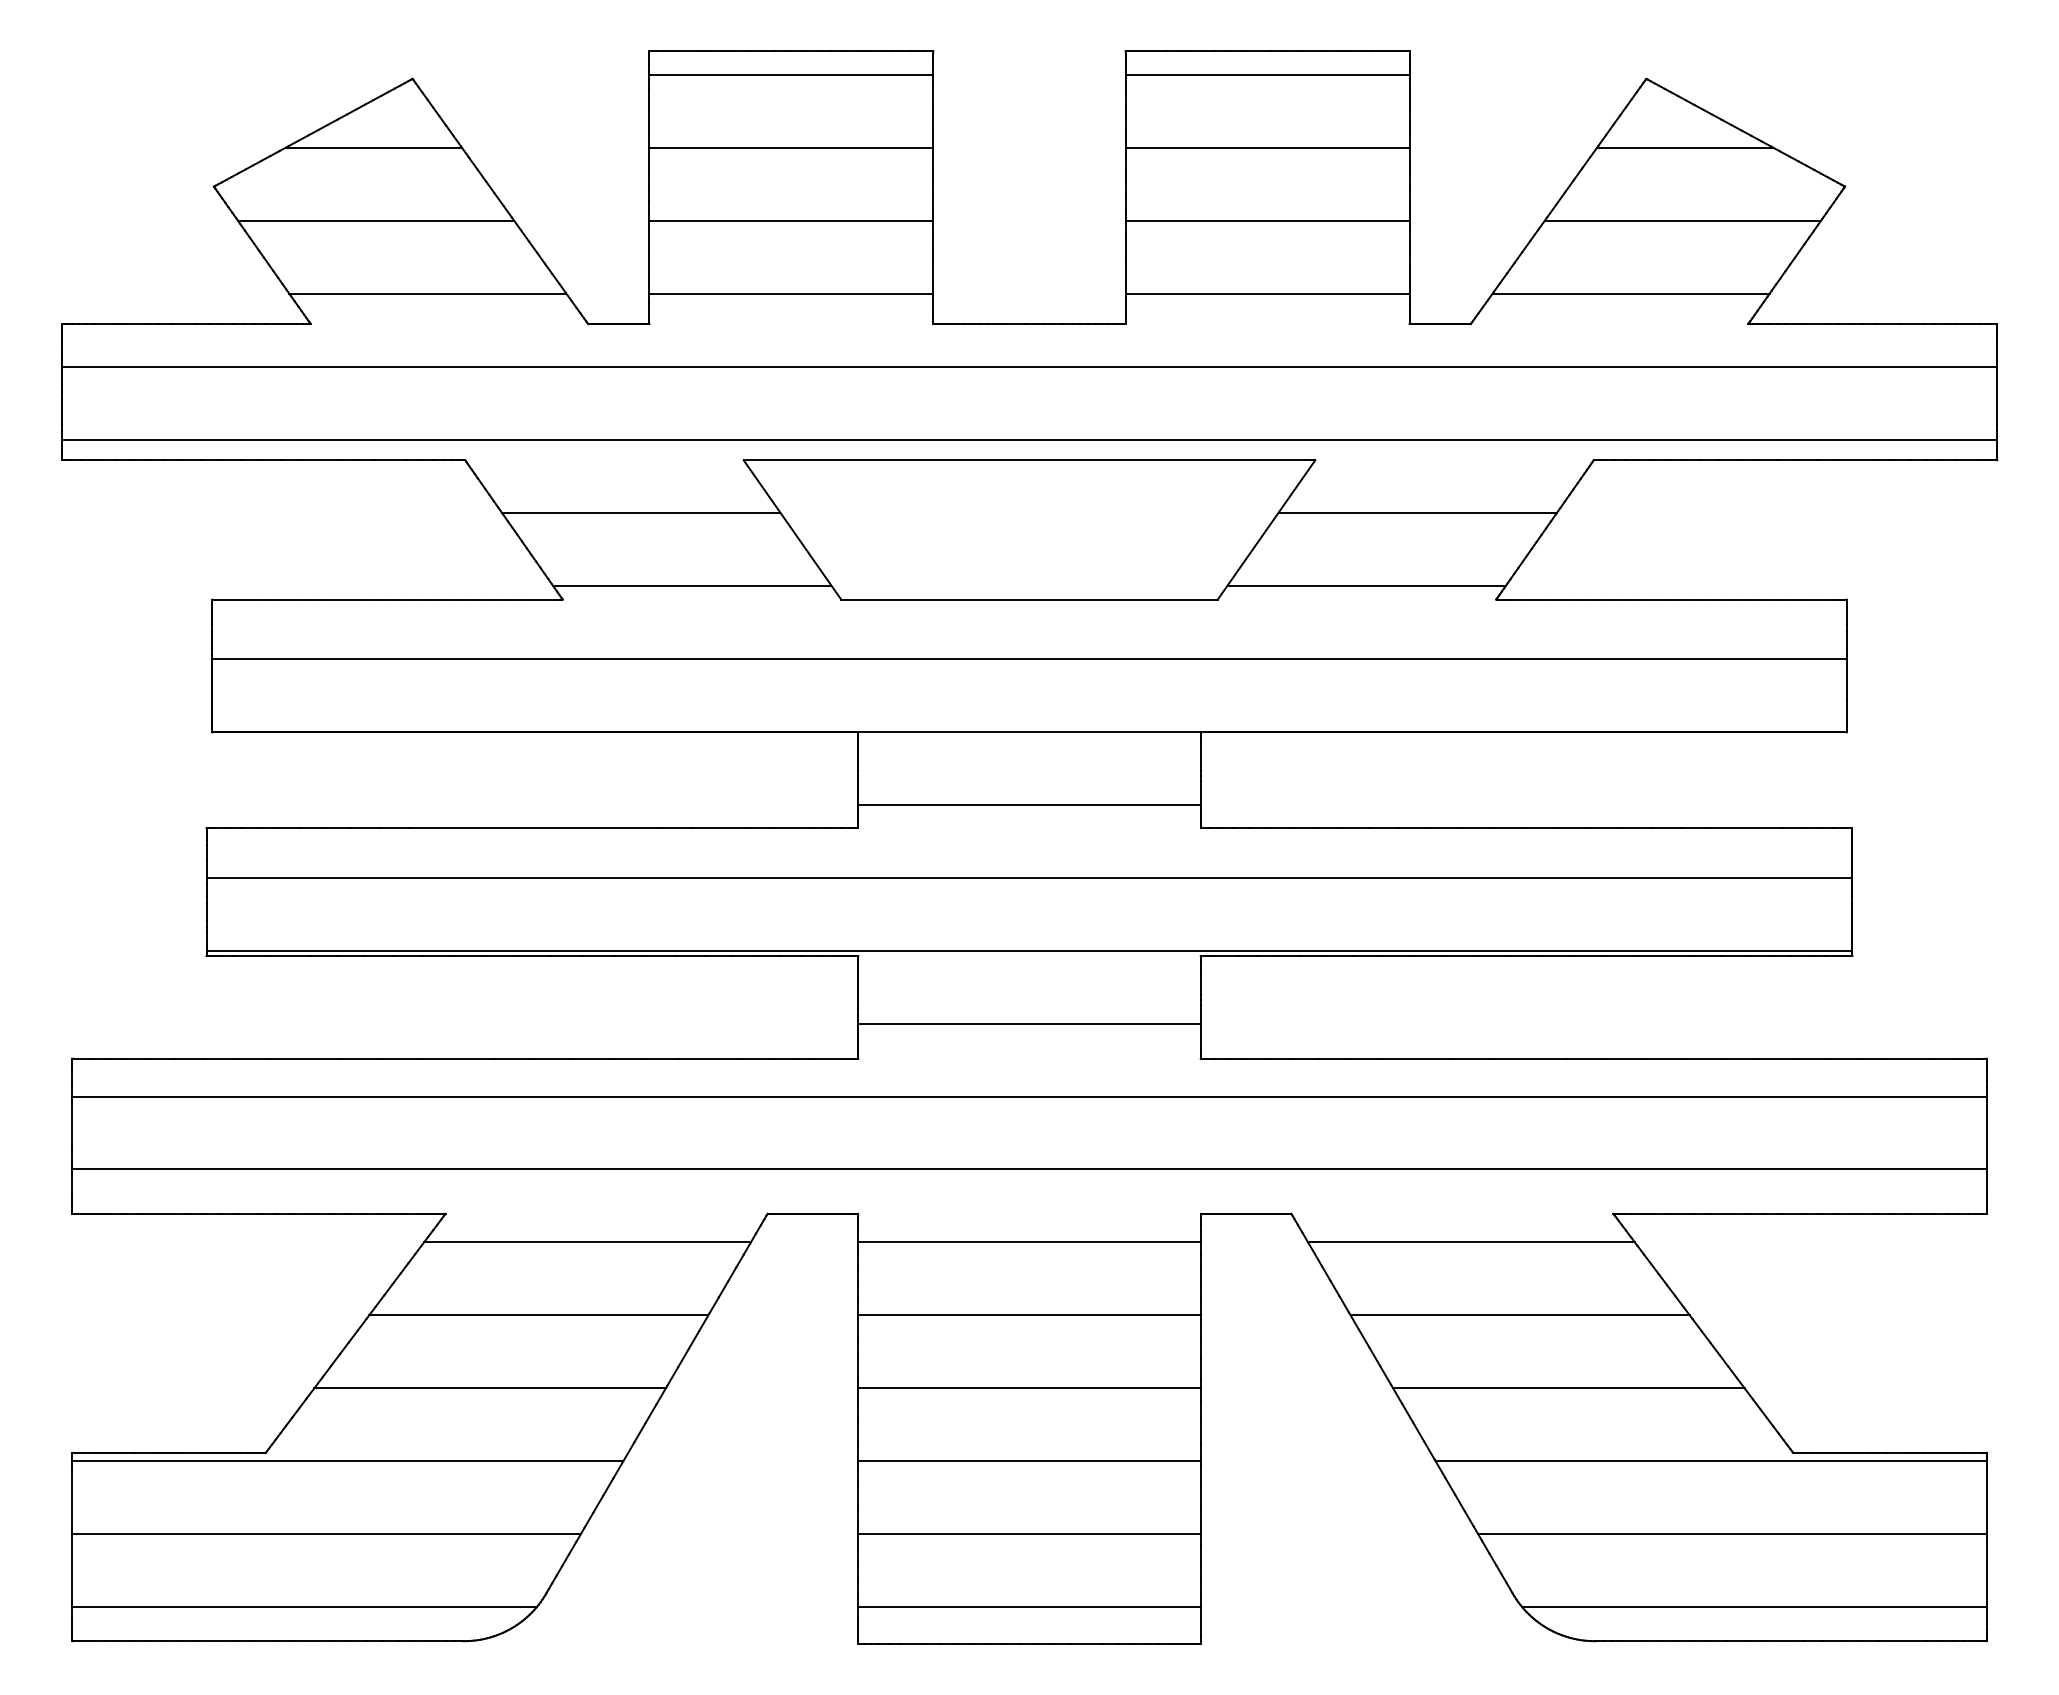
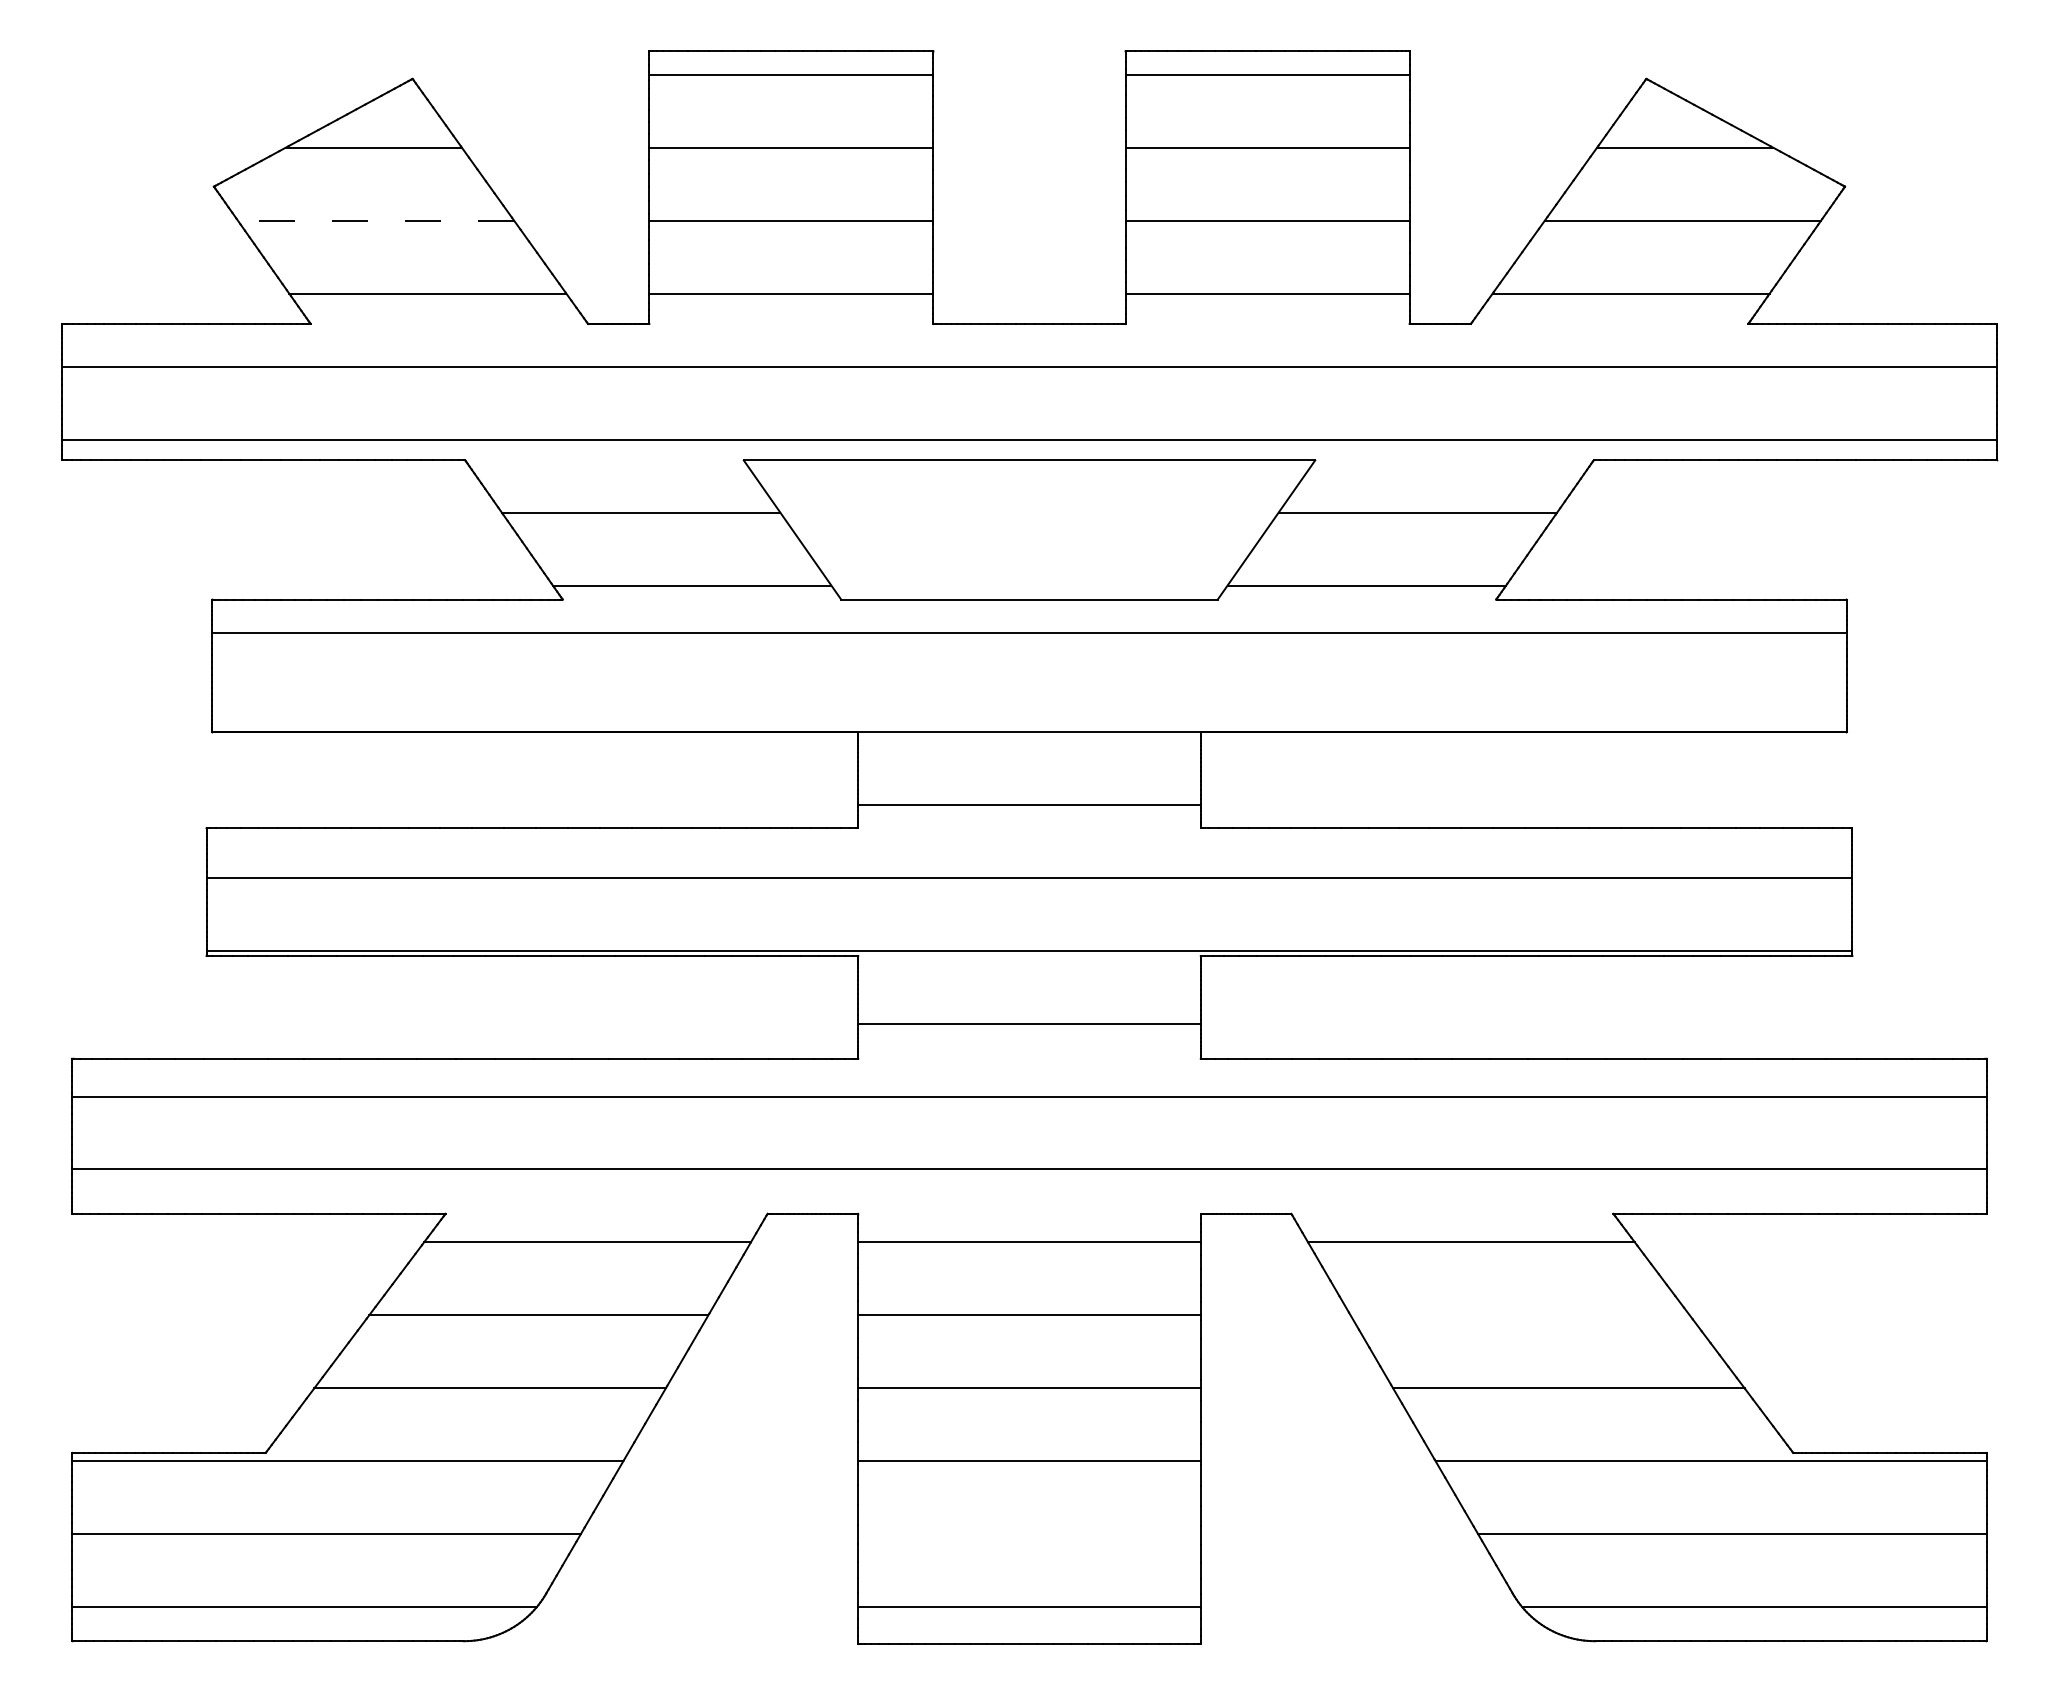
line at (375, 220): solid -> dashed
line at (1029, 658) position: (1029, 658) -> (1029, 632)
line at (1519, 1315): present -> none
line at (1029, 1534): present -> none
